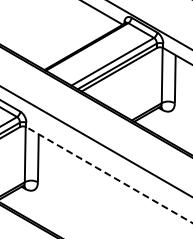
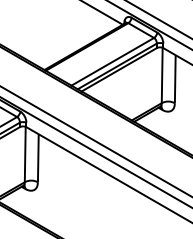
line at (158, 19): none -> present
line at (95, 152): none -> present
line at (109, 175): dashed -> solid
